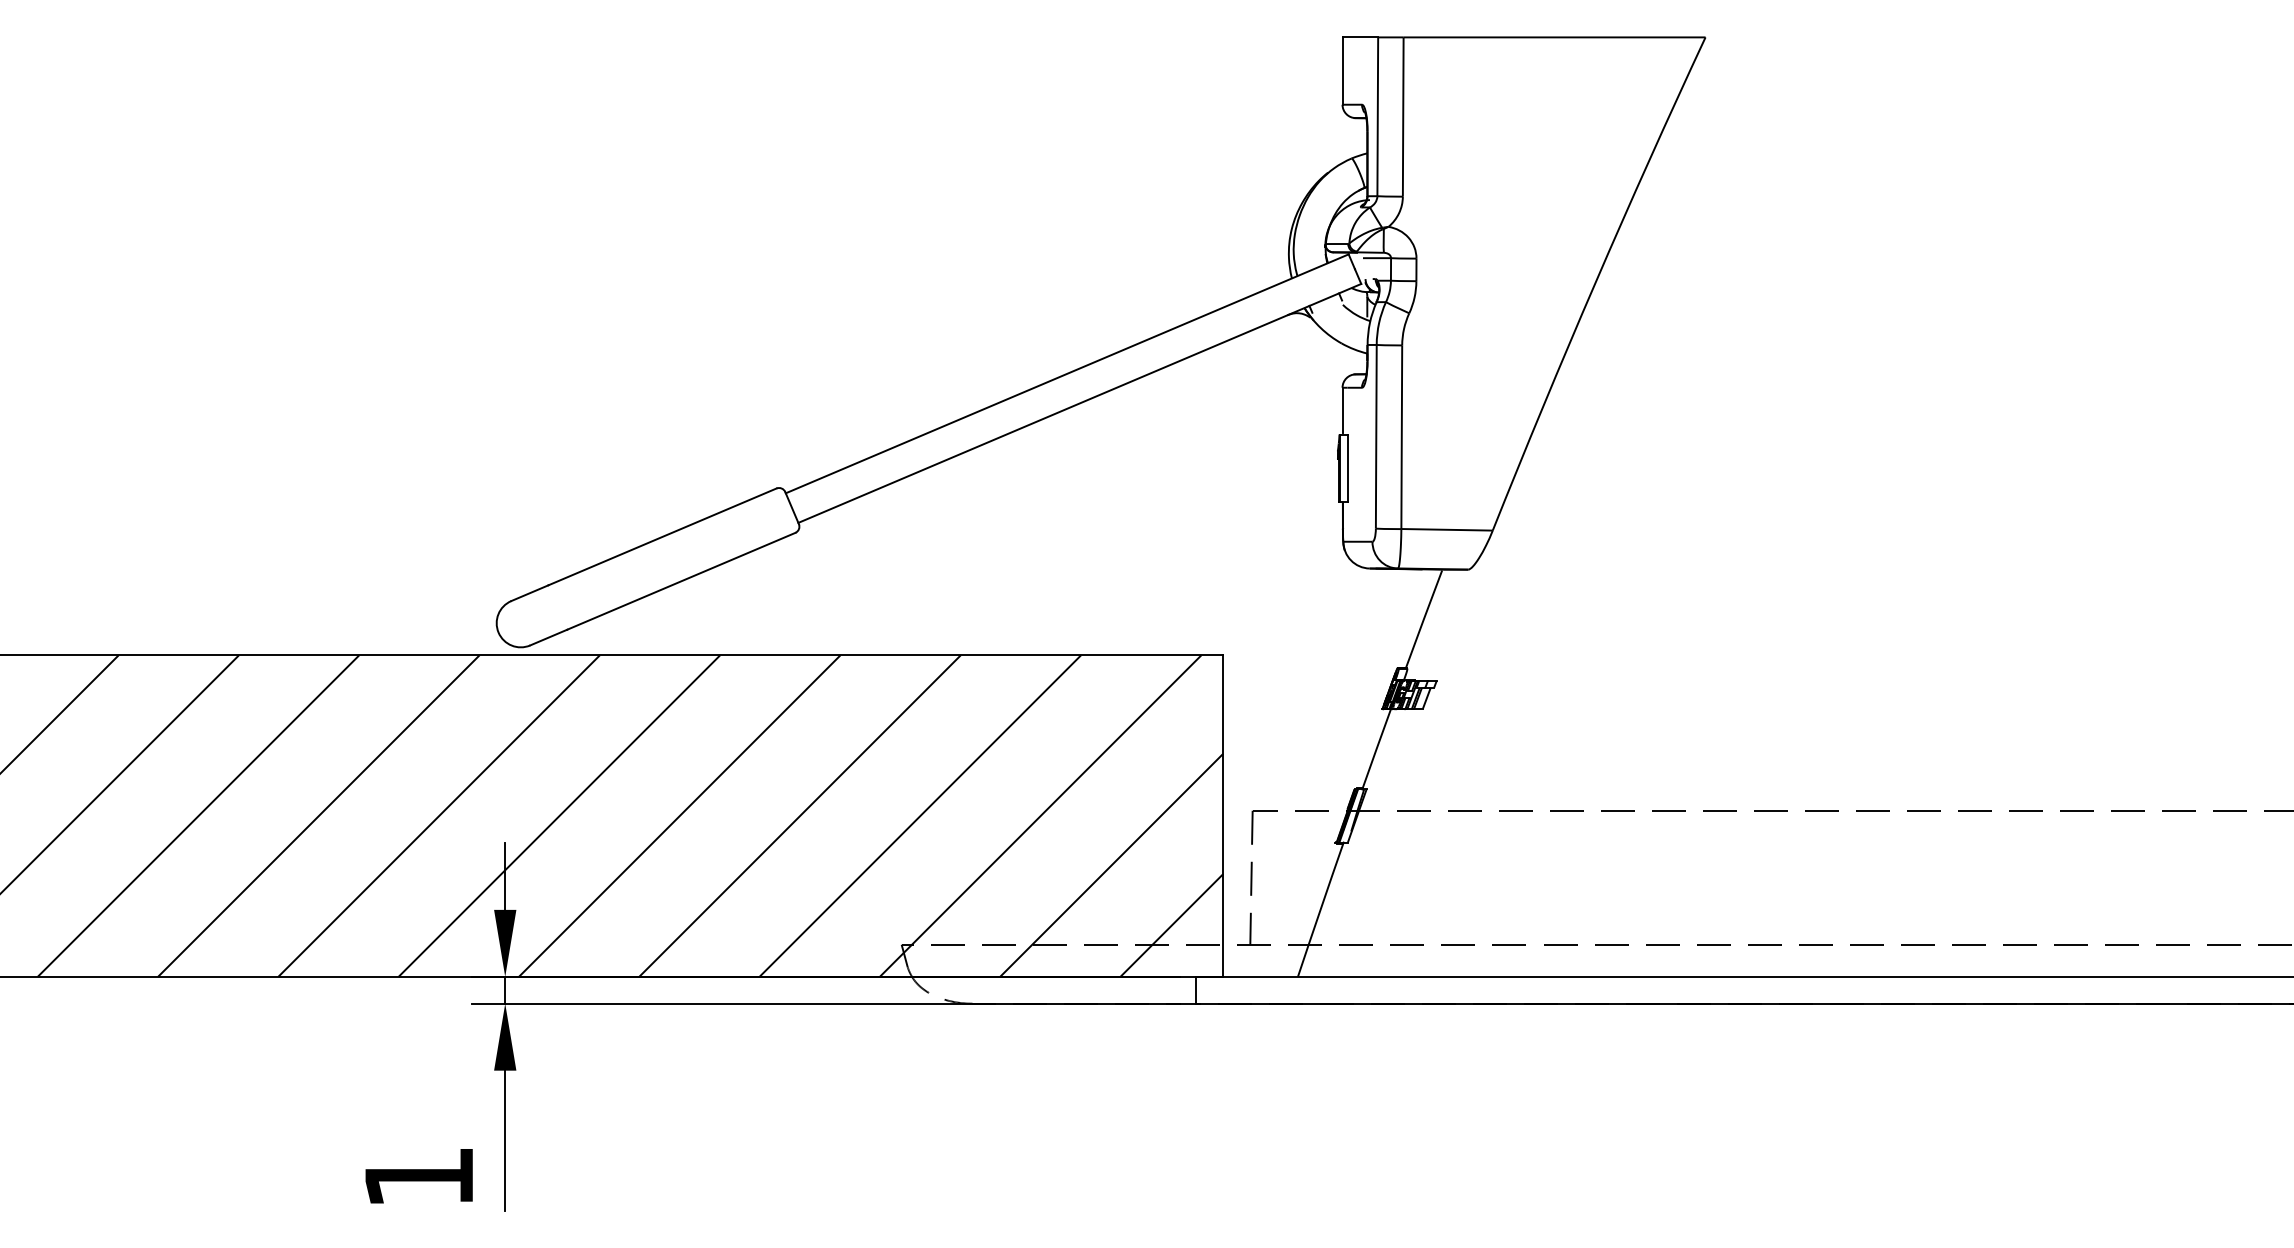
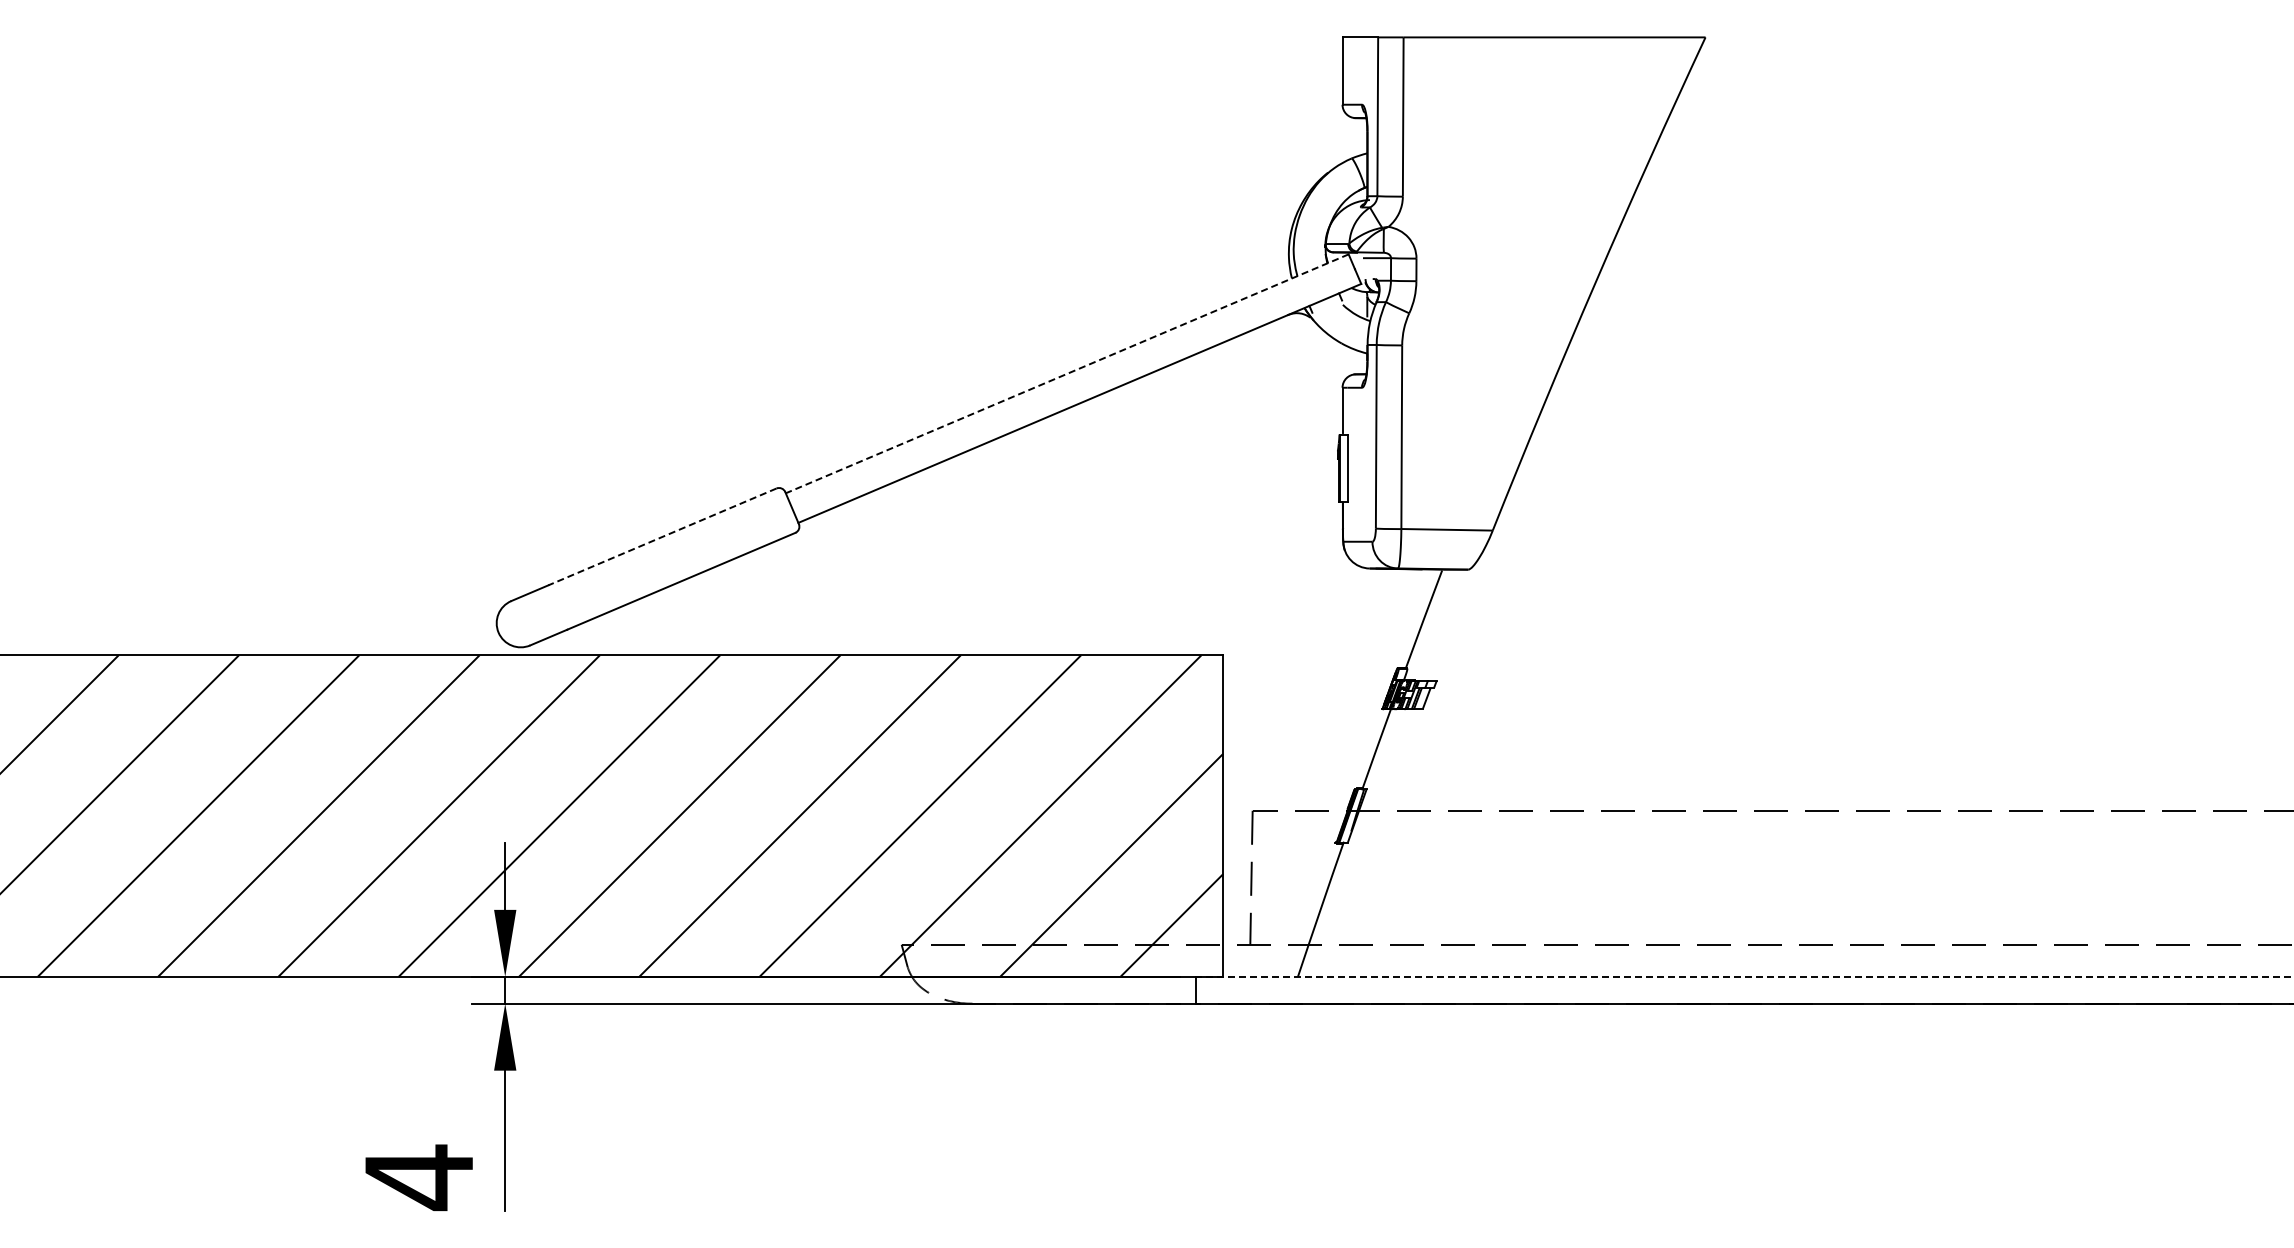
line at (1067, 373): solid -> dashed
line at (662, 536): solid -> dashed
line at (1744, 976): solid -> dashed
text at (418, 1177): 1 -> 4
